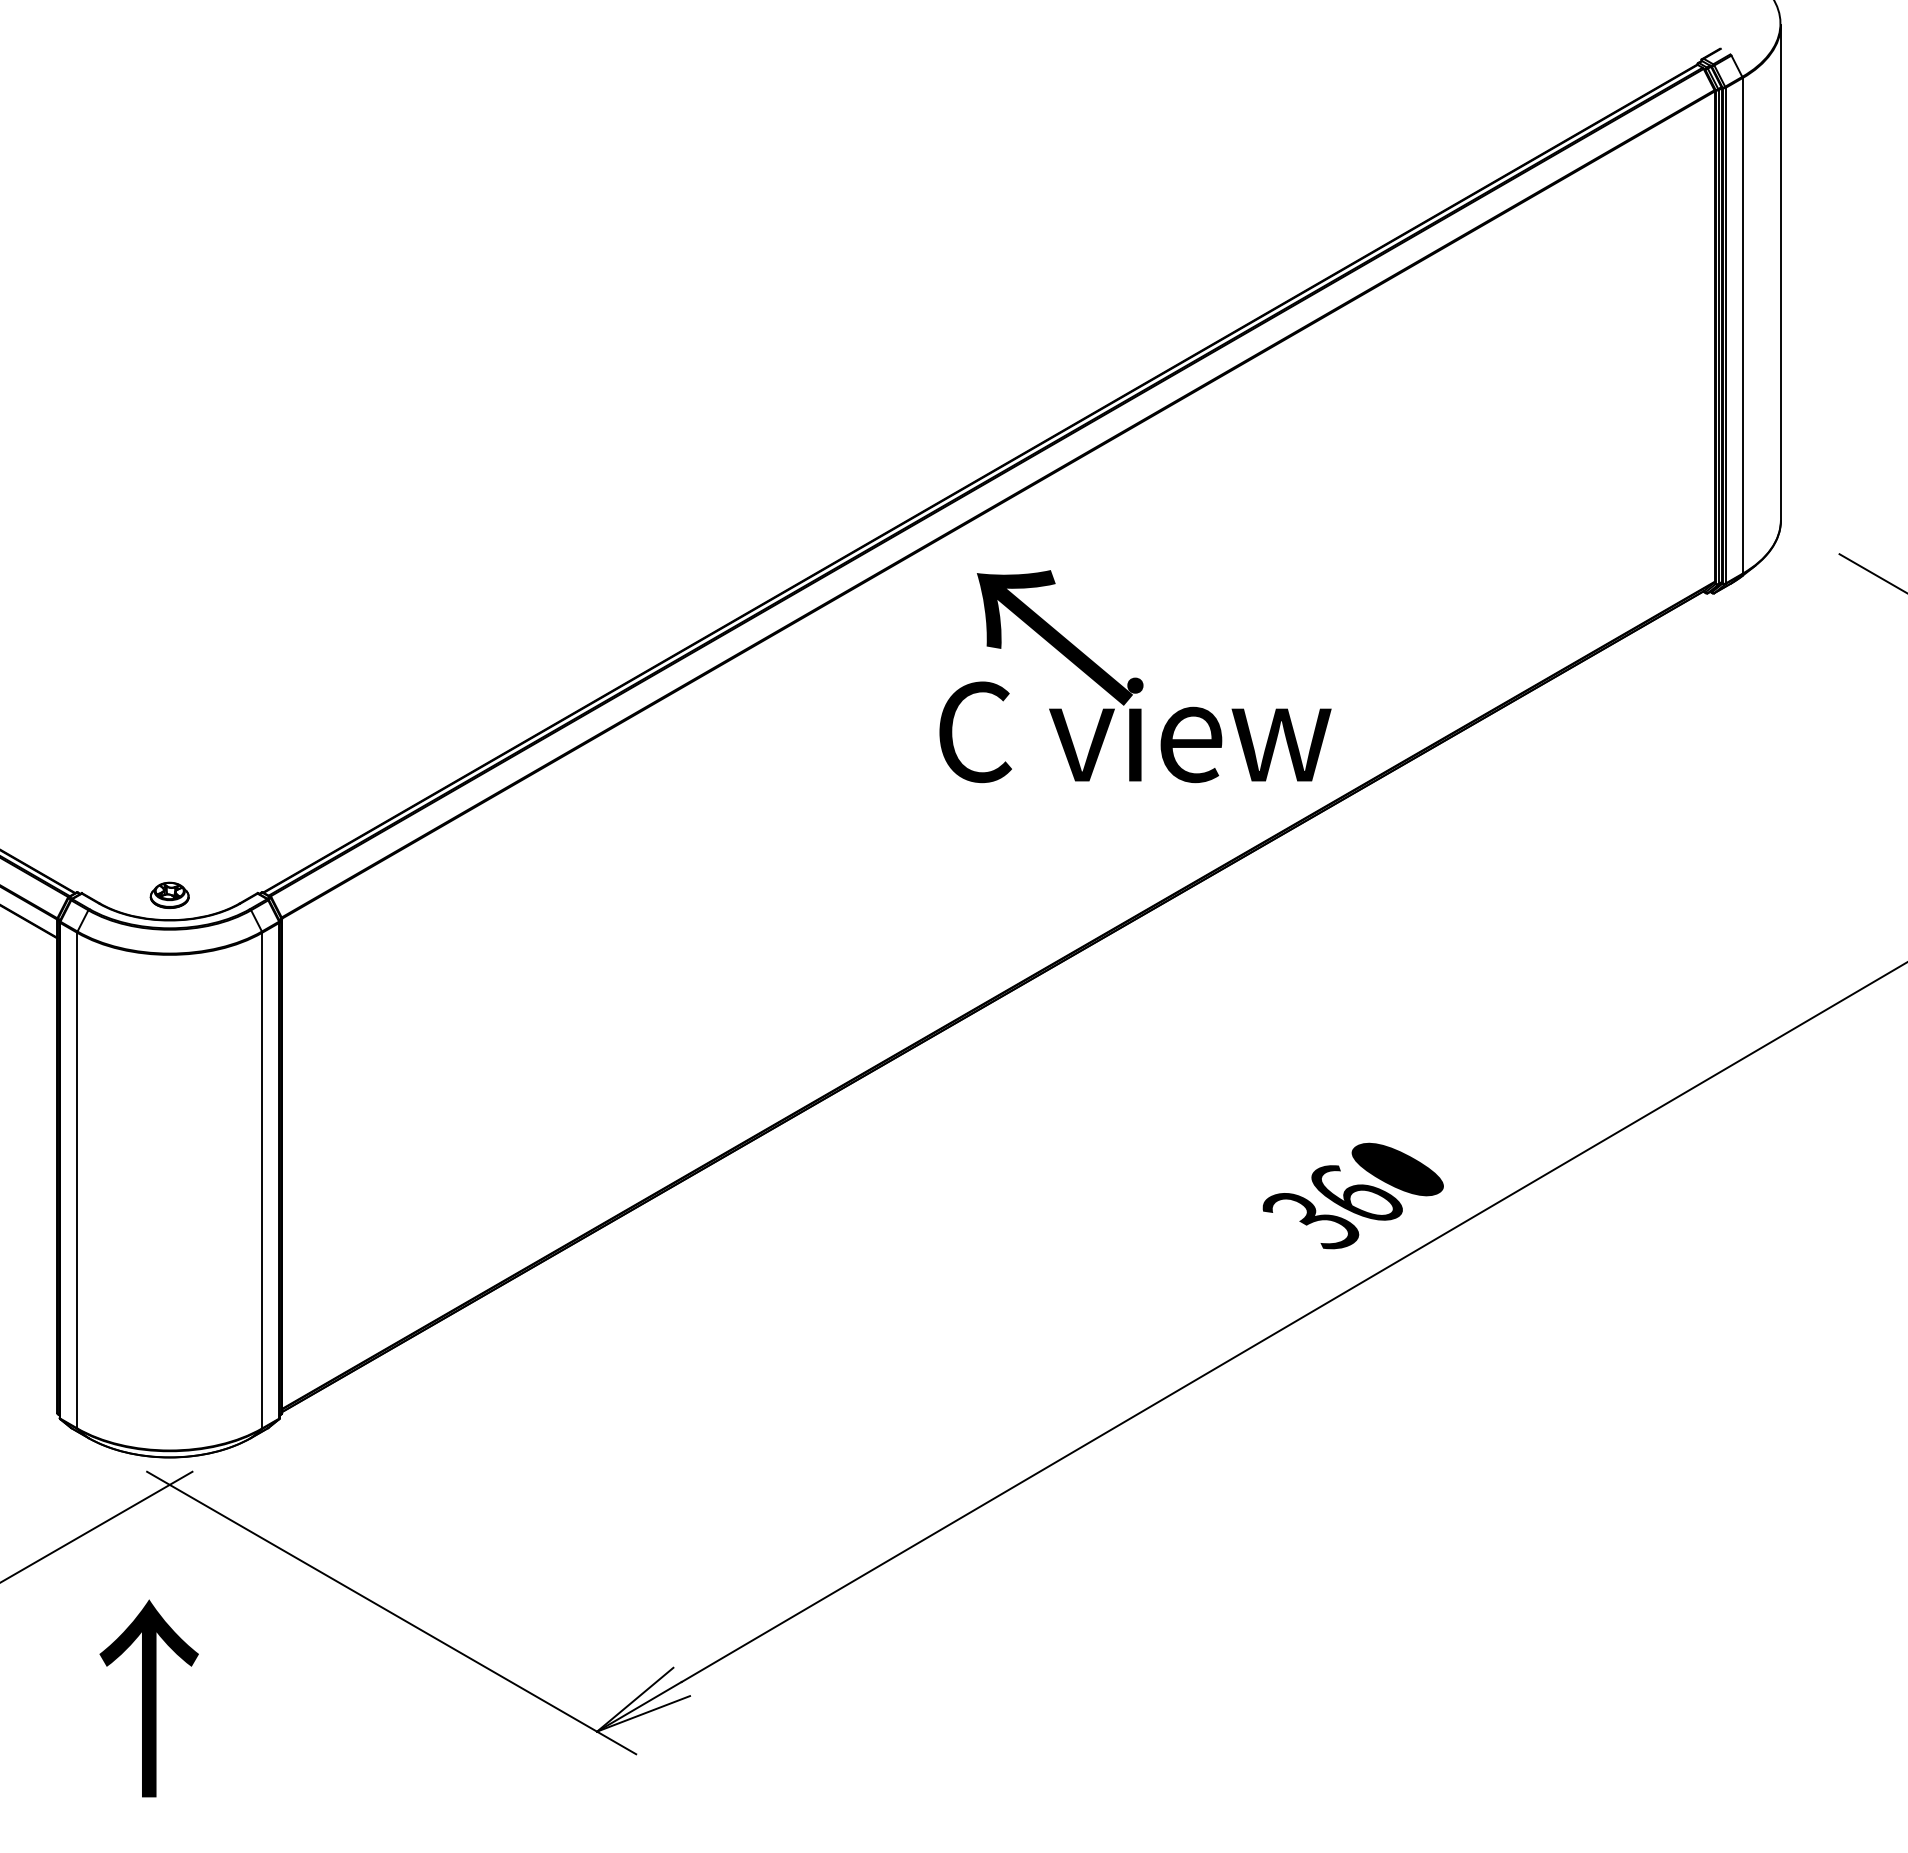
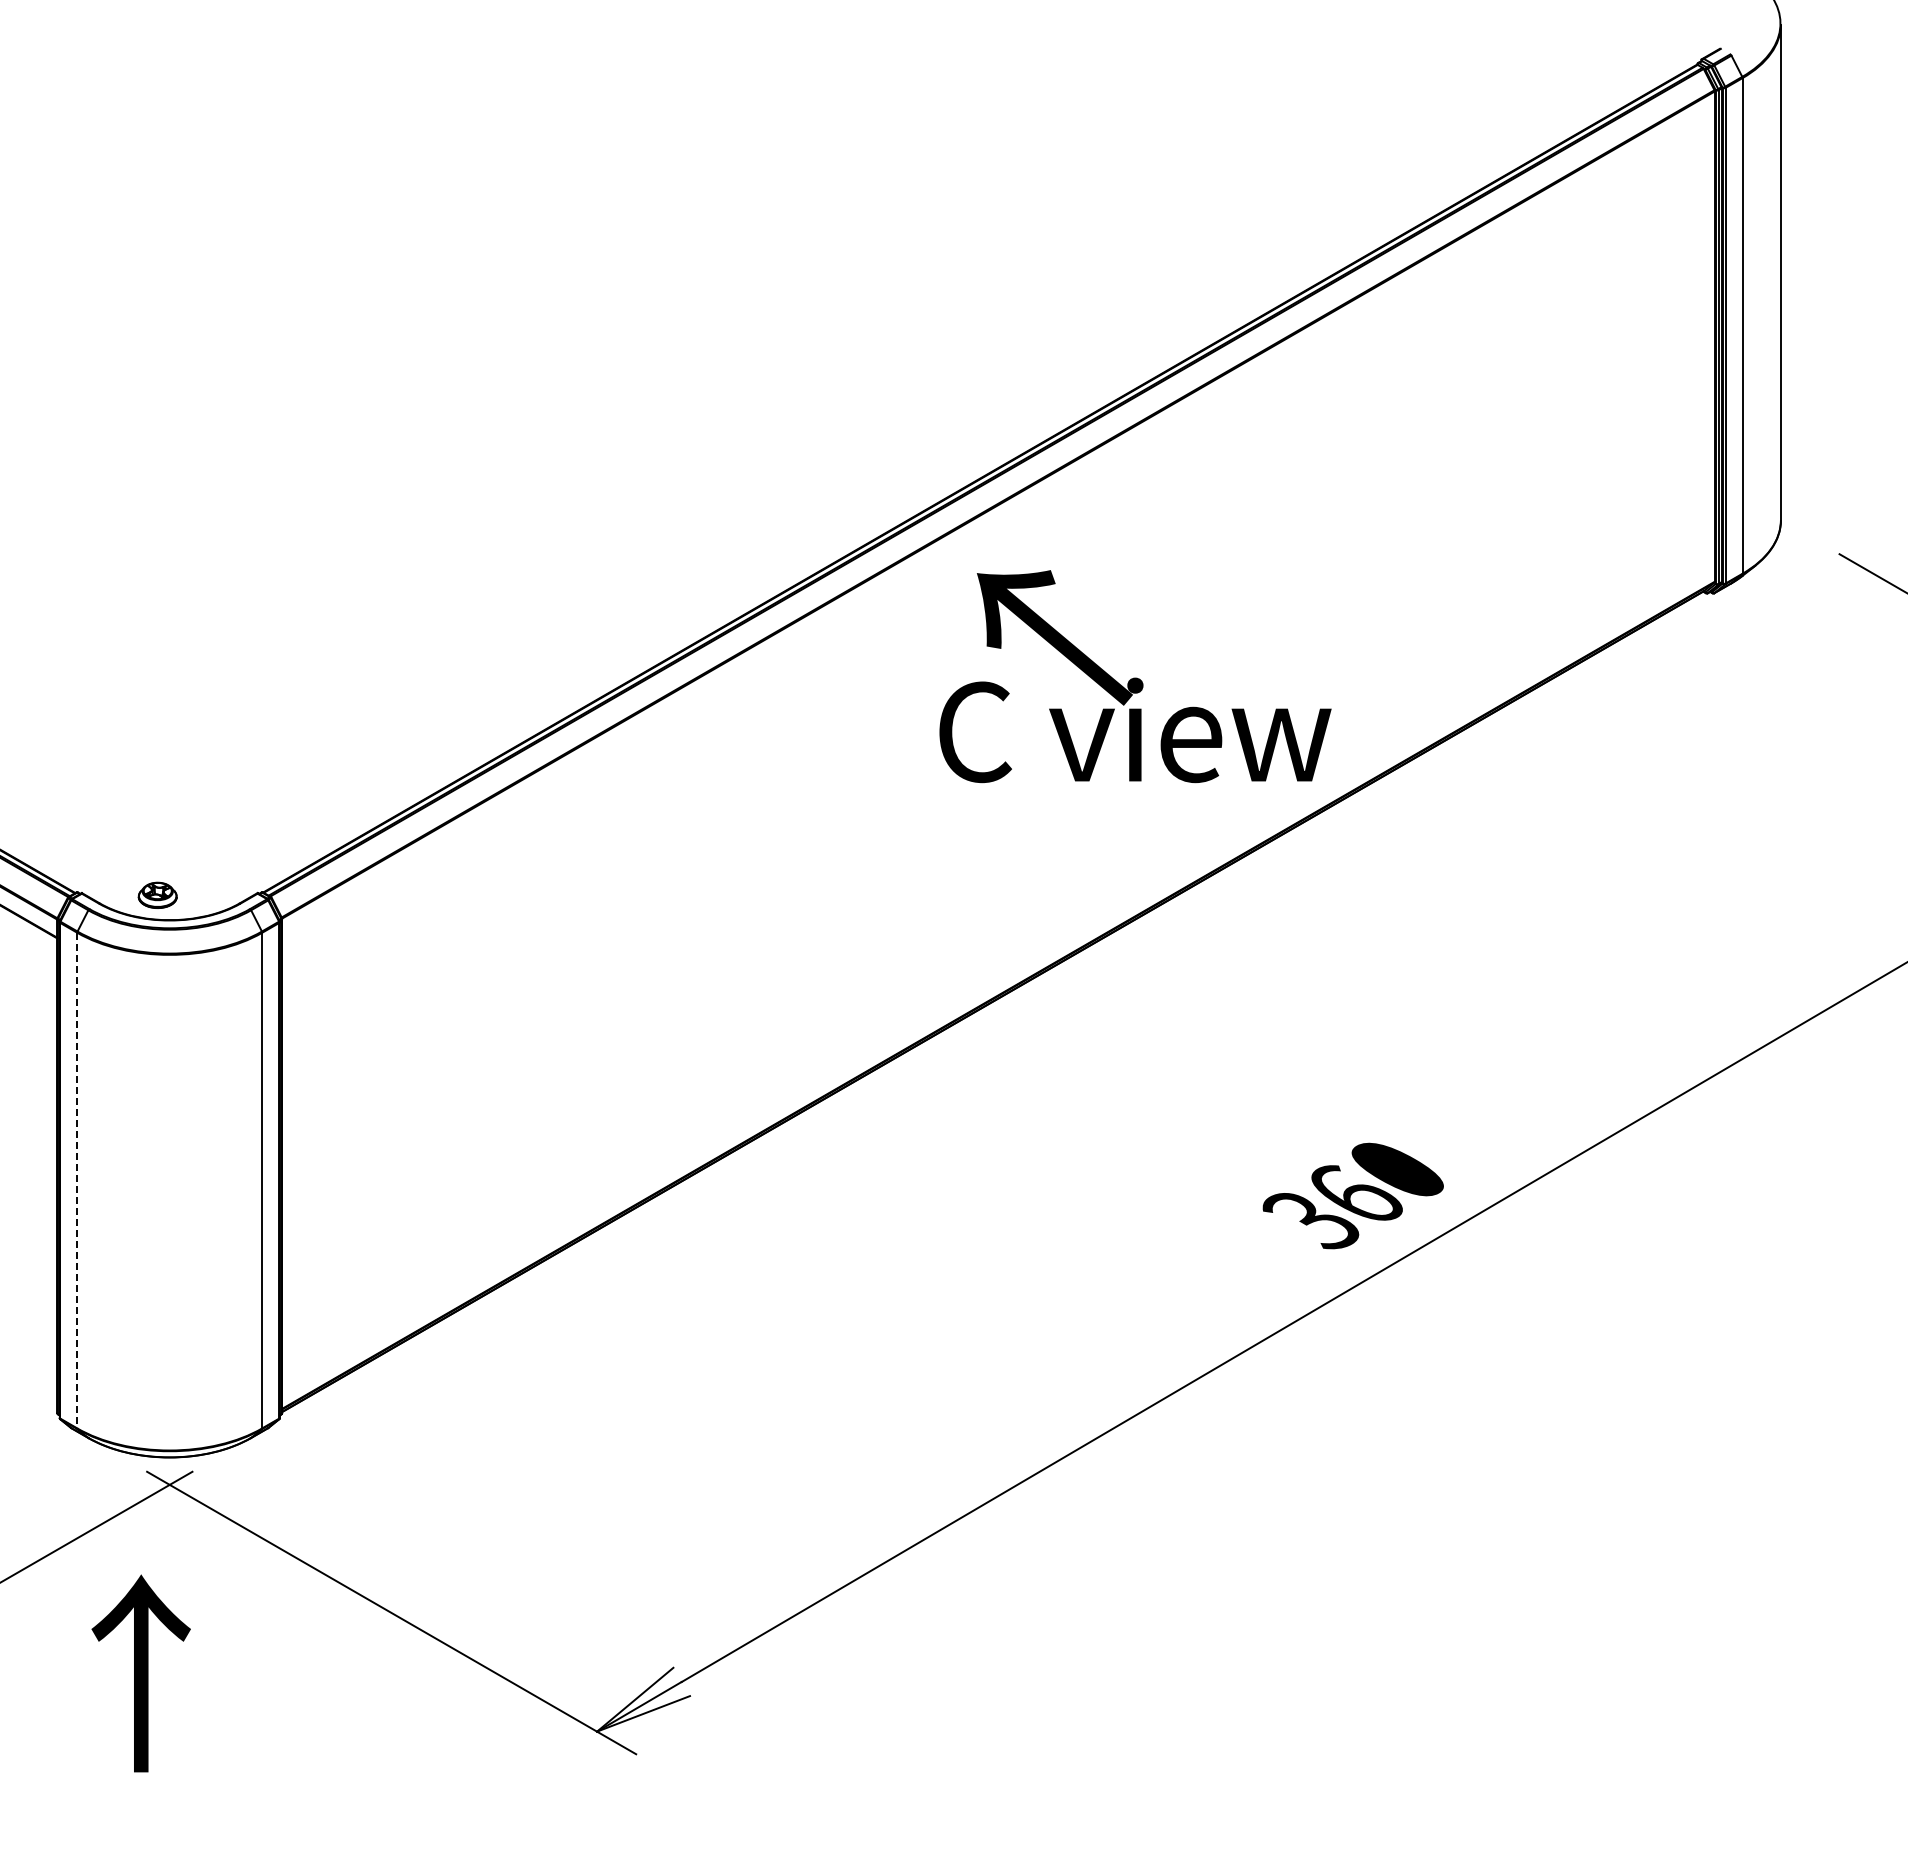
part at (169, 894) position: (169, 894) -> (157, 894)
line at (77, 1180): solid -> dashed
text at (148, 1698) position: (148, 1698) -> (140, 1673)
